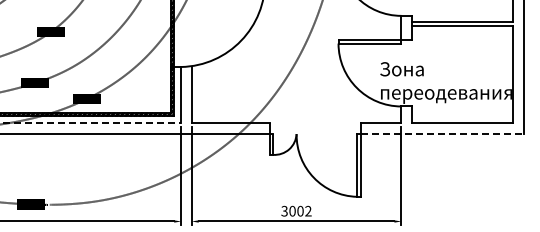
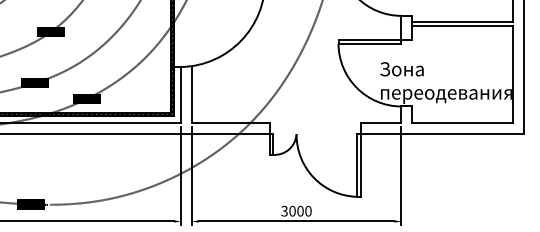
line at (91, 123): dashed -> solid
line at (442, 133): dashed -> solid
text at (308, 211): 3002 -> 3000
